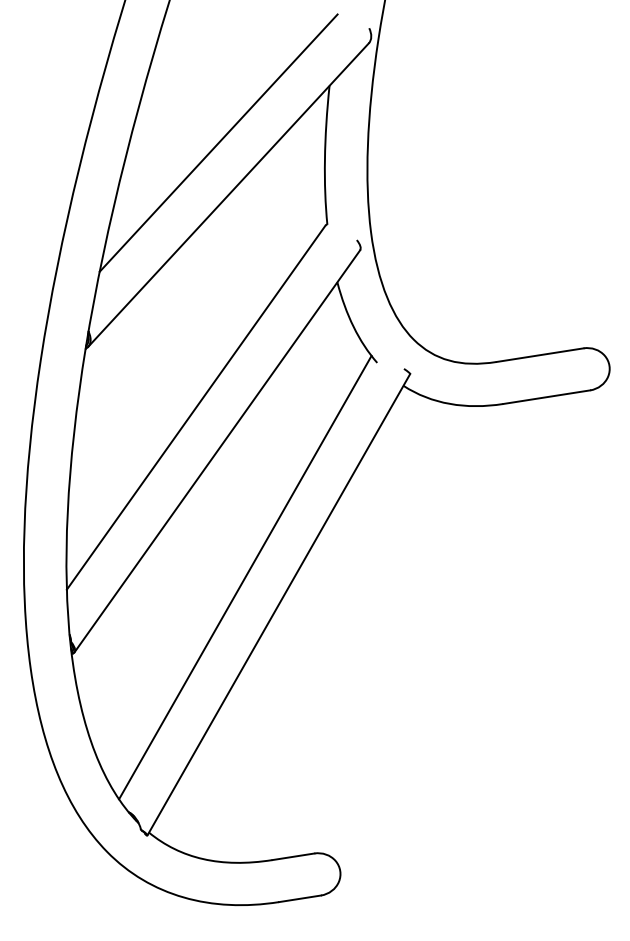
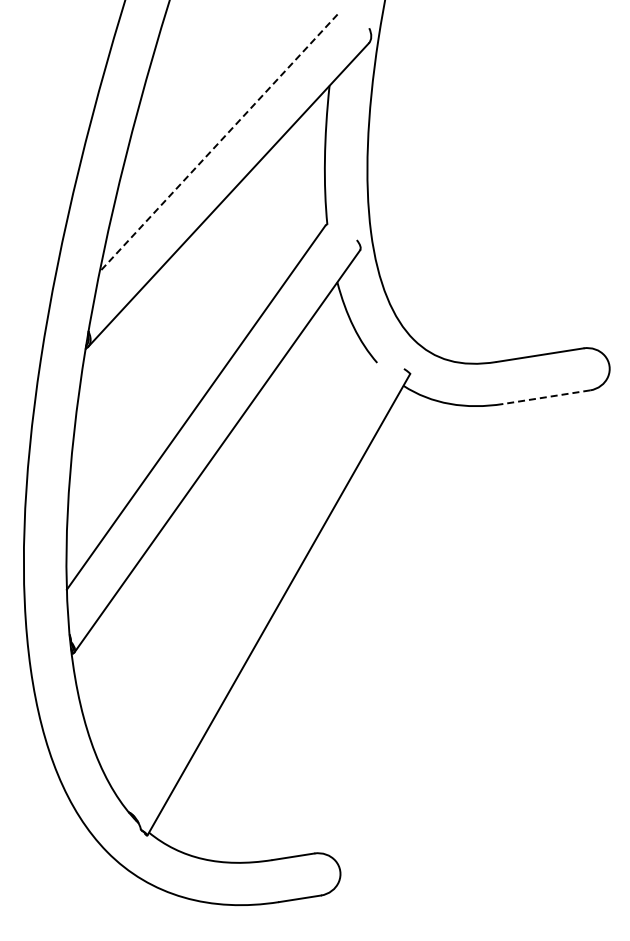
line at (218, 143): solid -> dashed
line at (546, 397): solid -> dashed
line at (245, 577): present -> none
